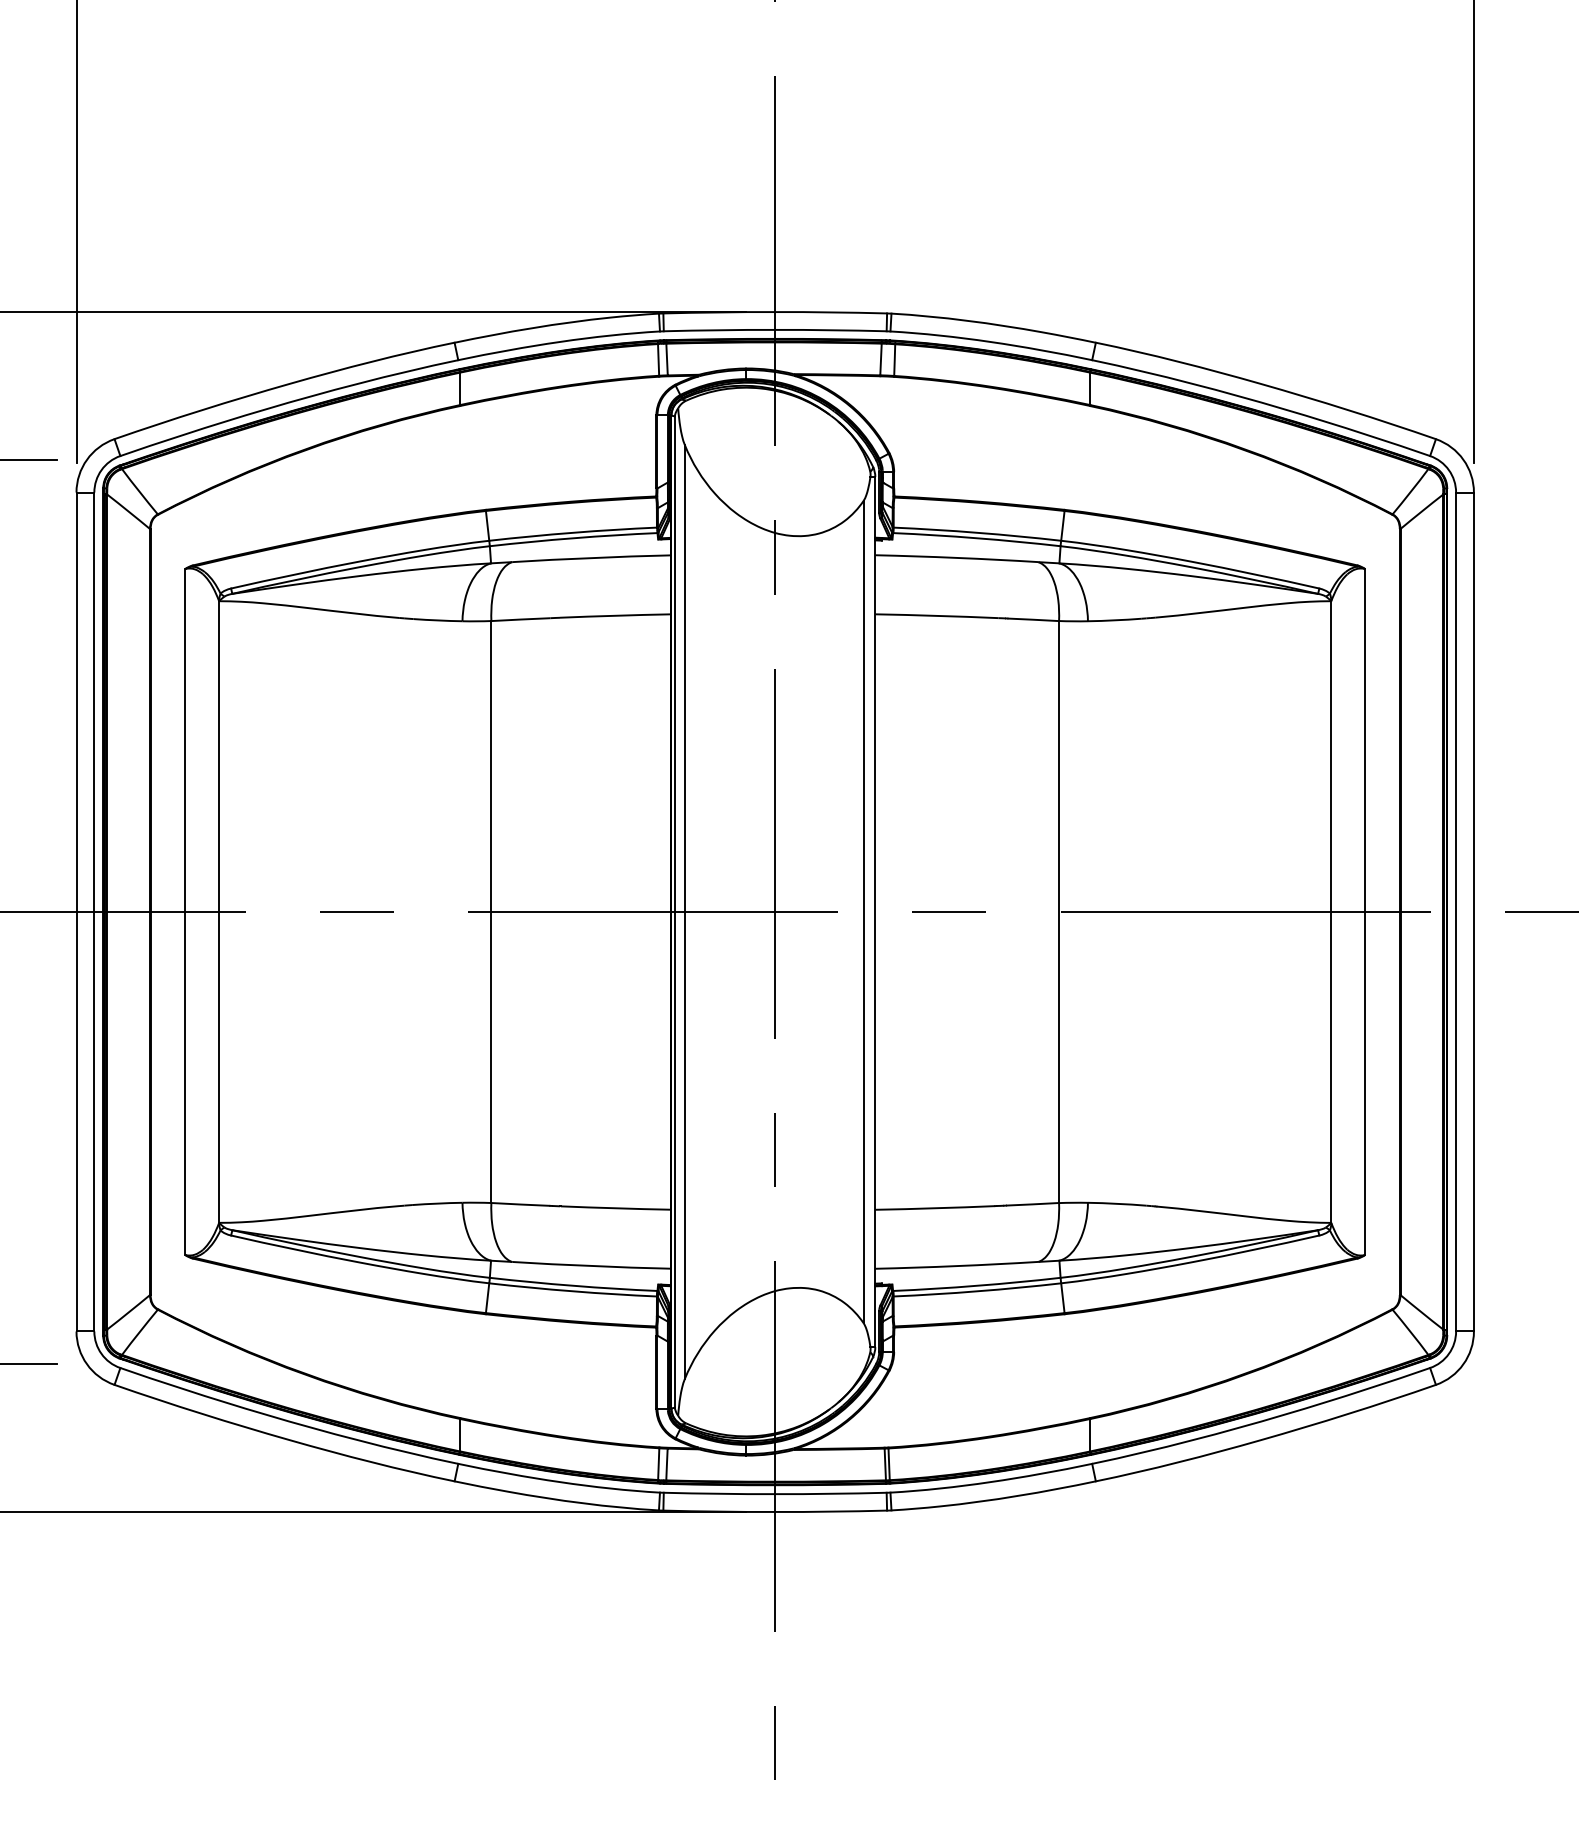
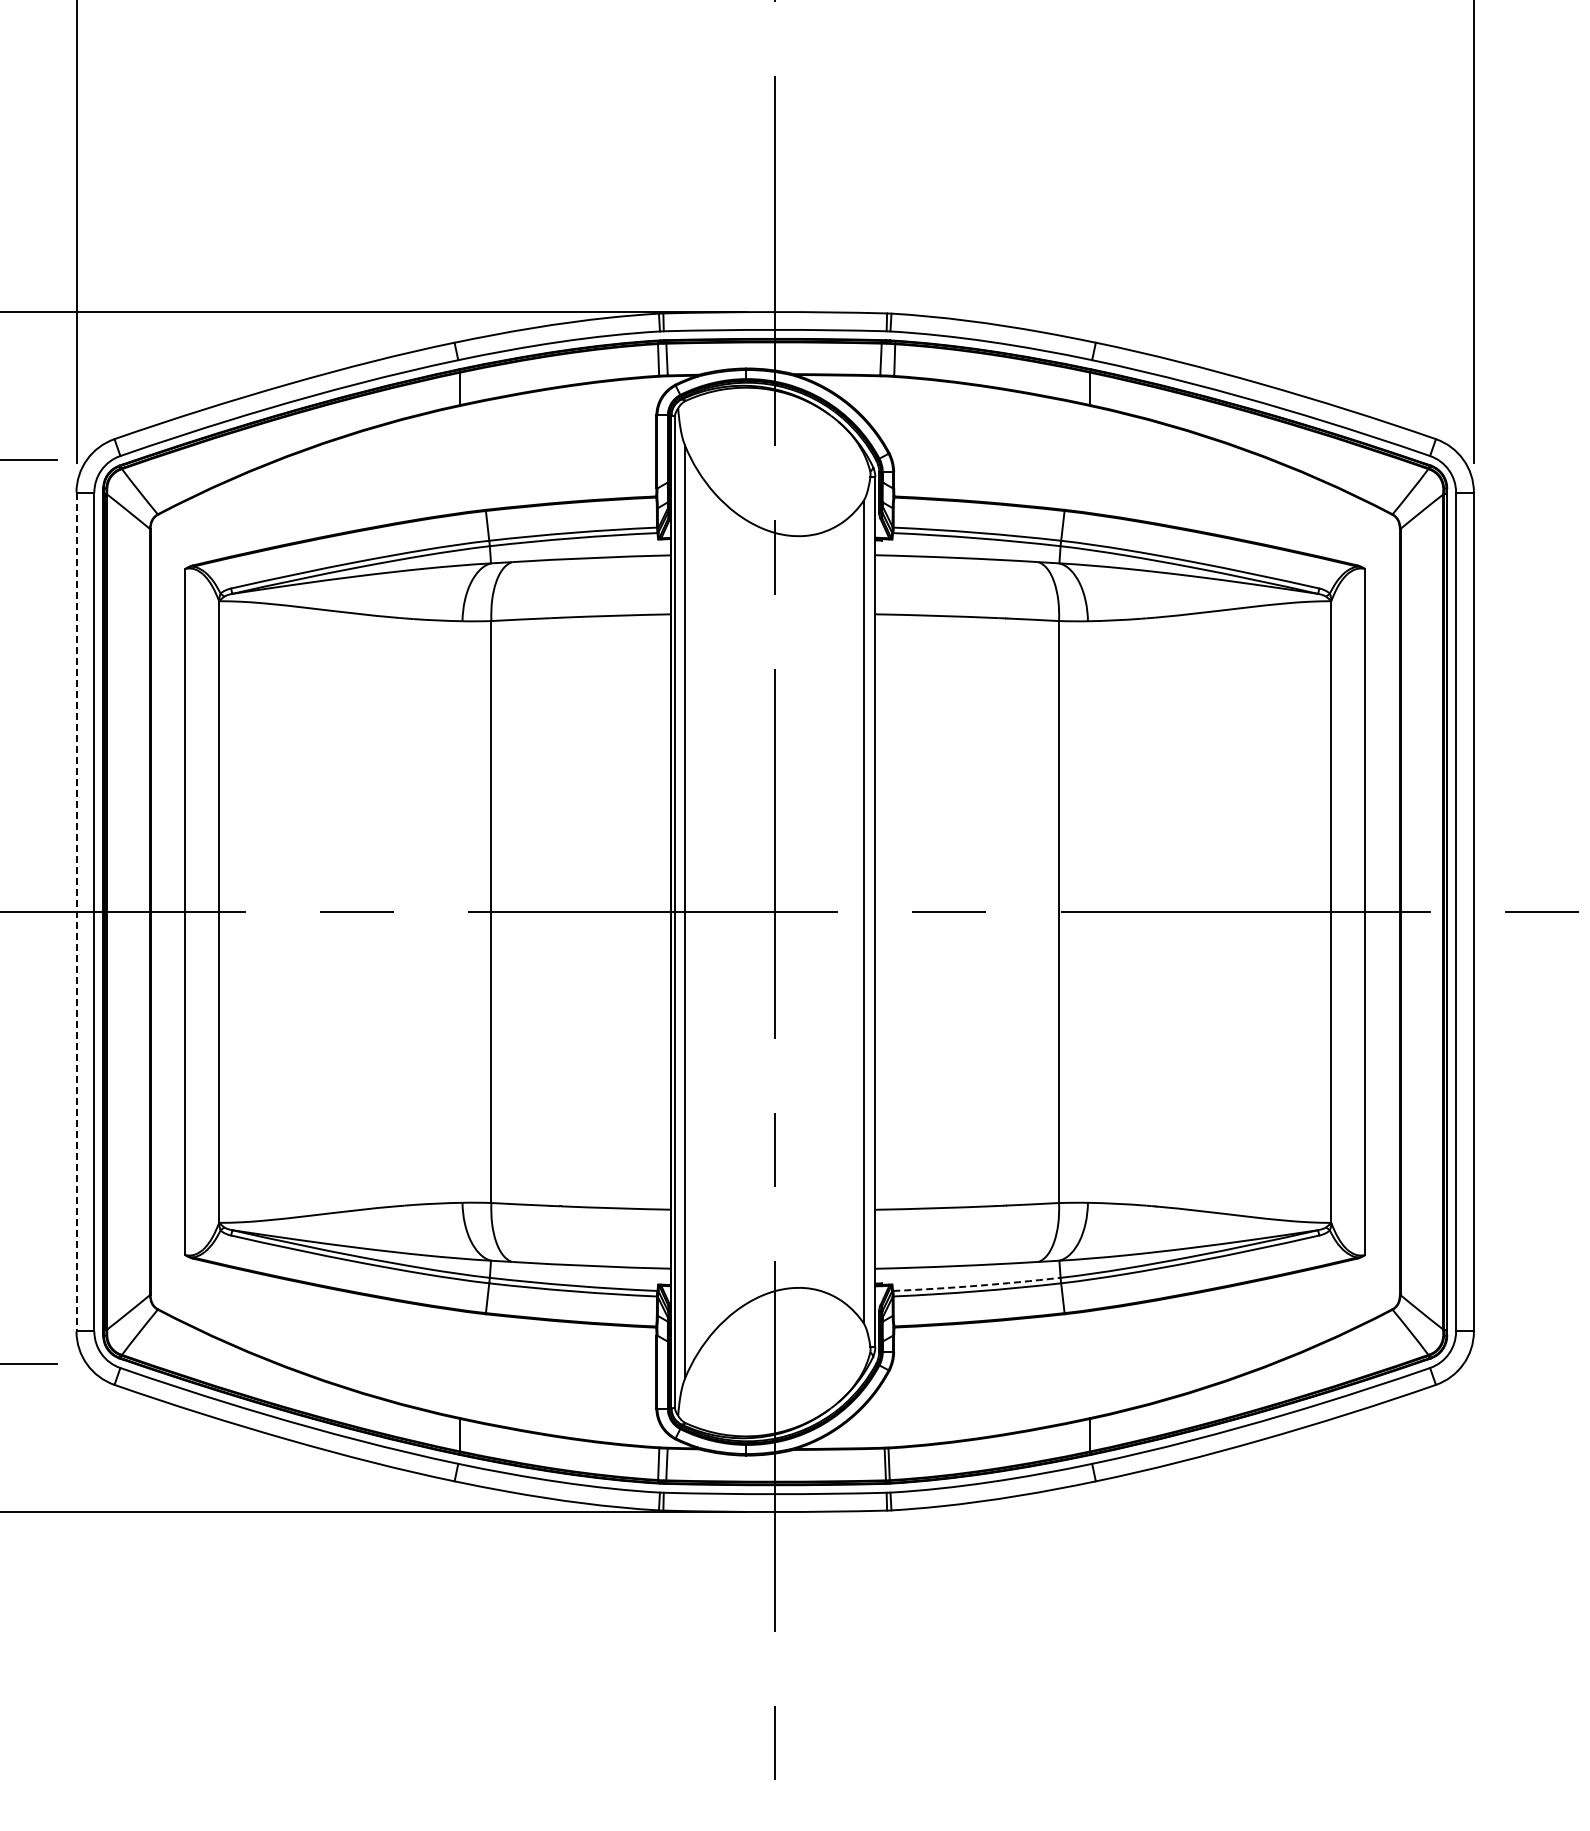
line at (76, 912): solid -> dashed
arc at (977, 1285): solid -> dashed
